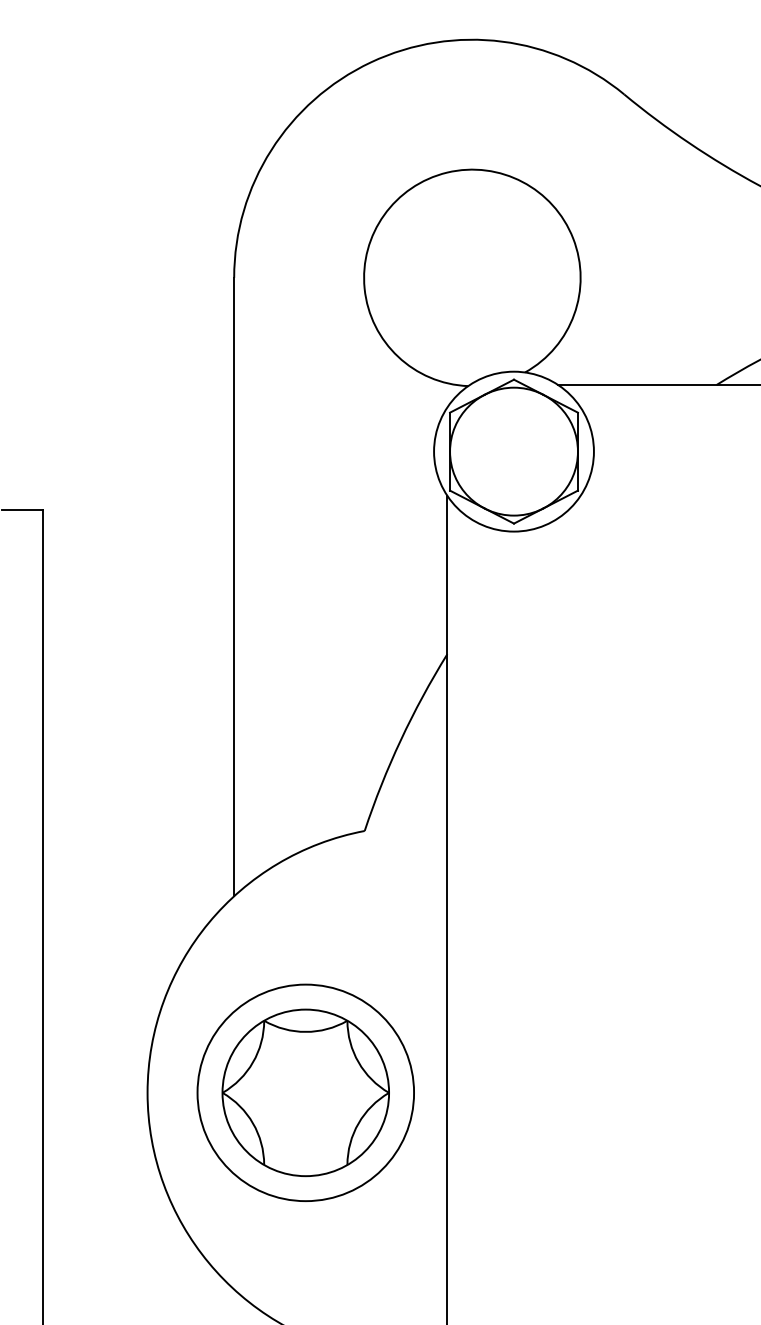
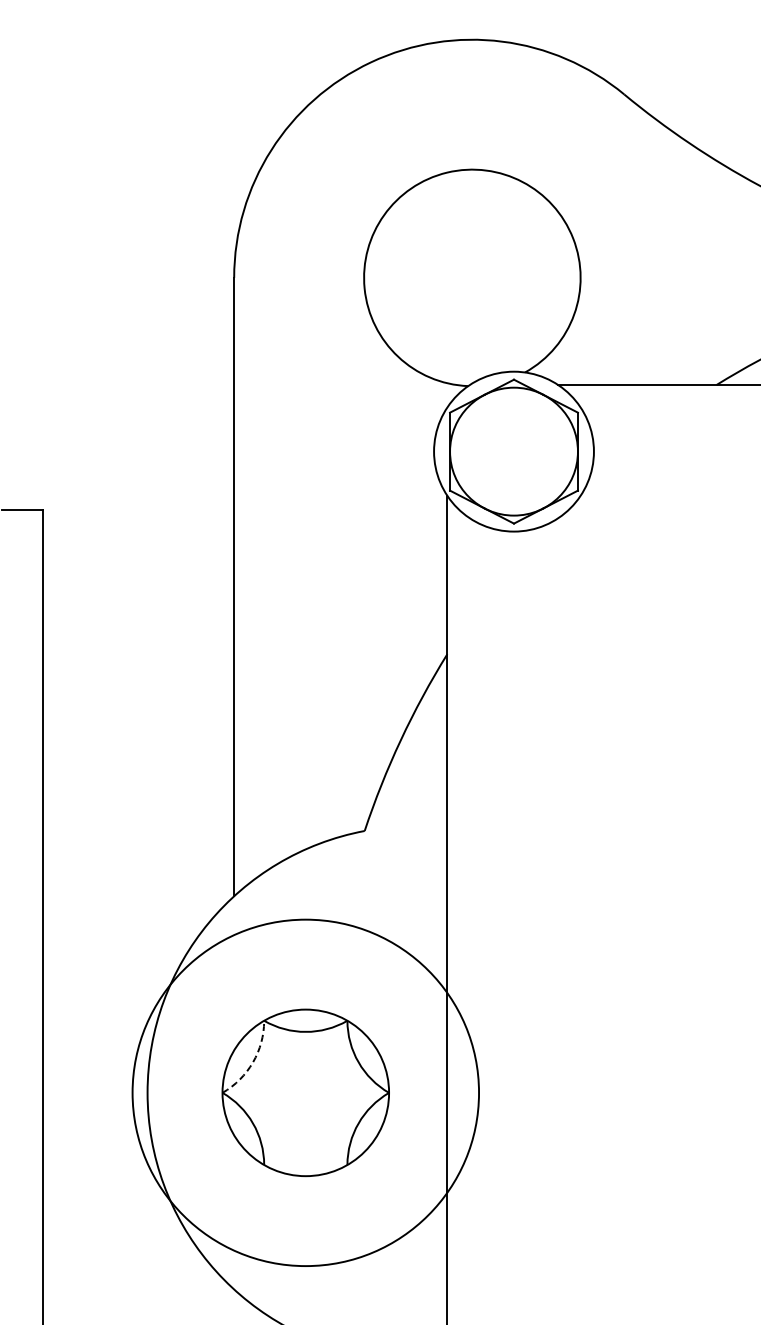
arc at (253, 1062): solid -> dashed
circle at (305, 1092) diameter: 217 px -> 346 px
